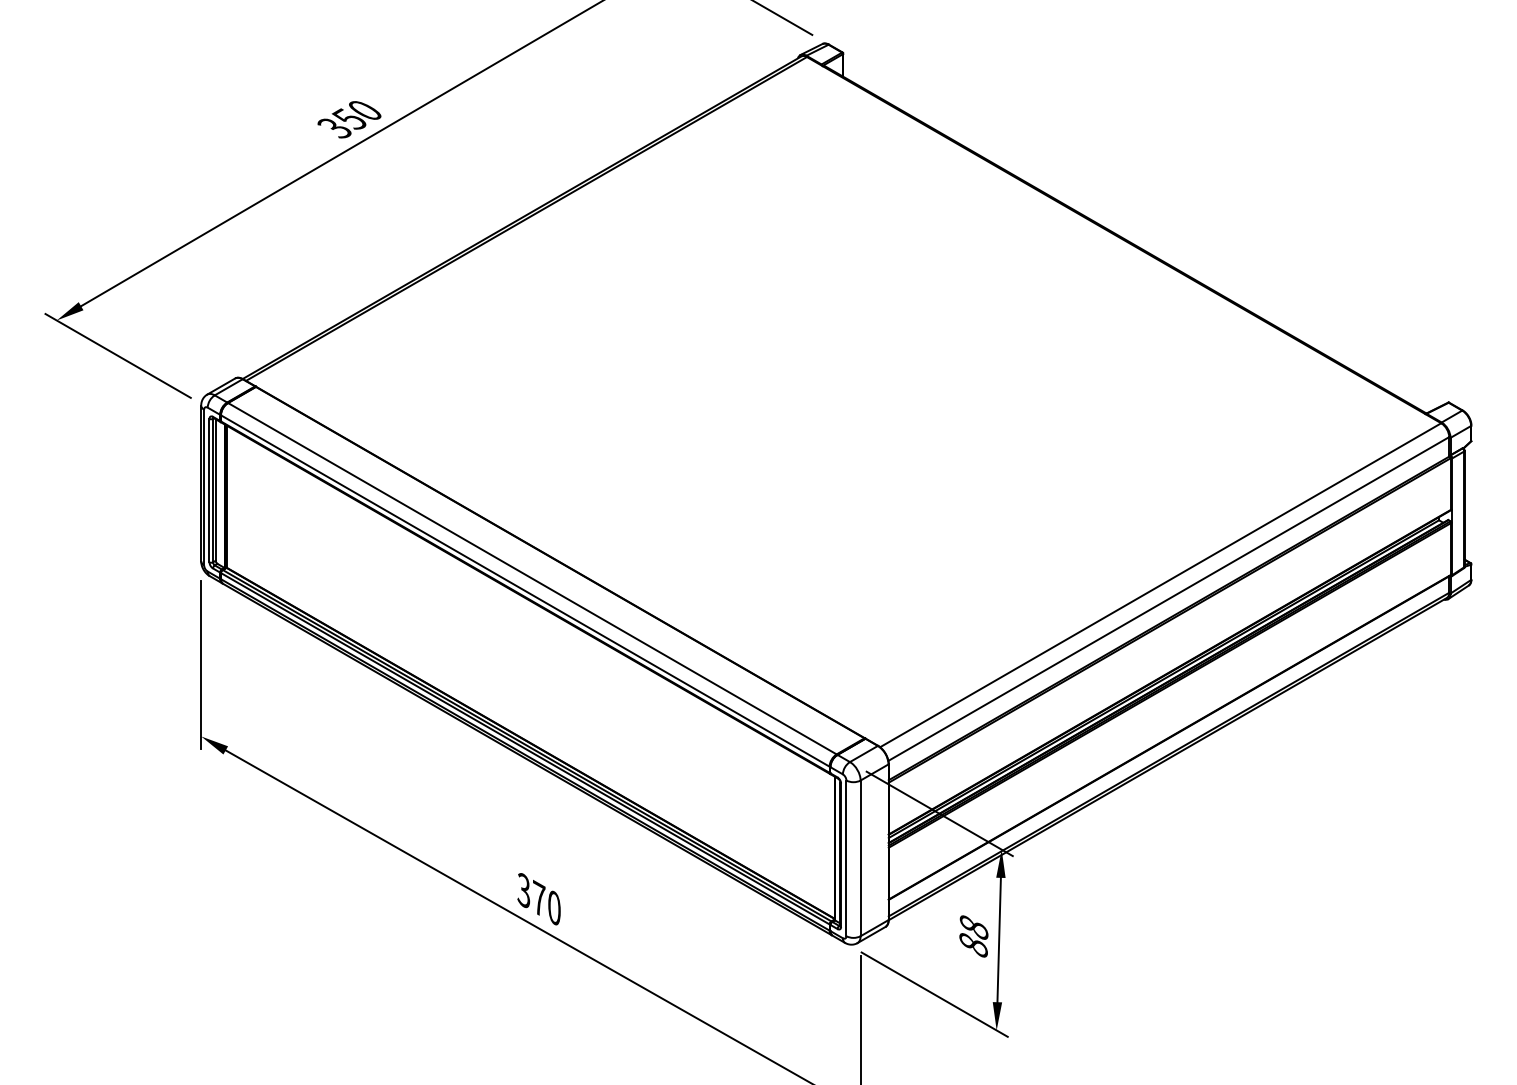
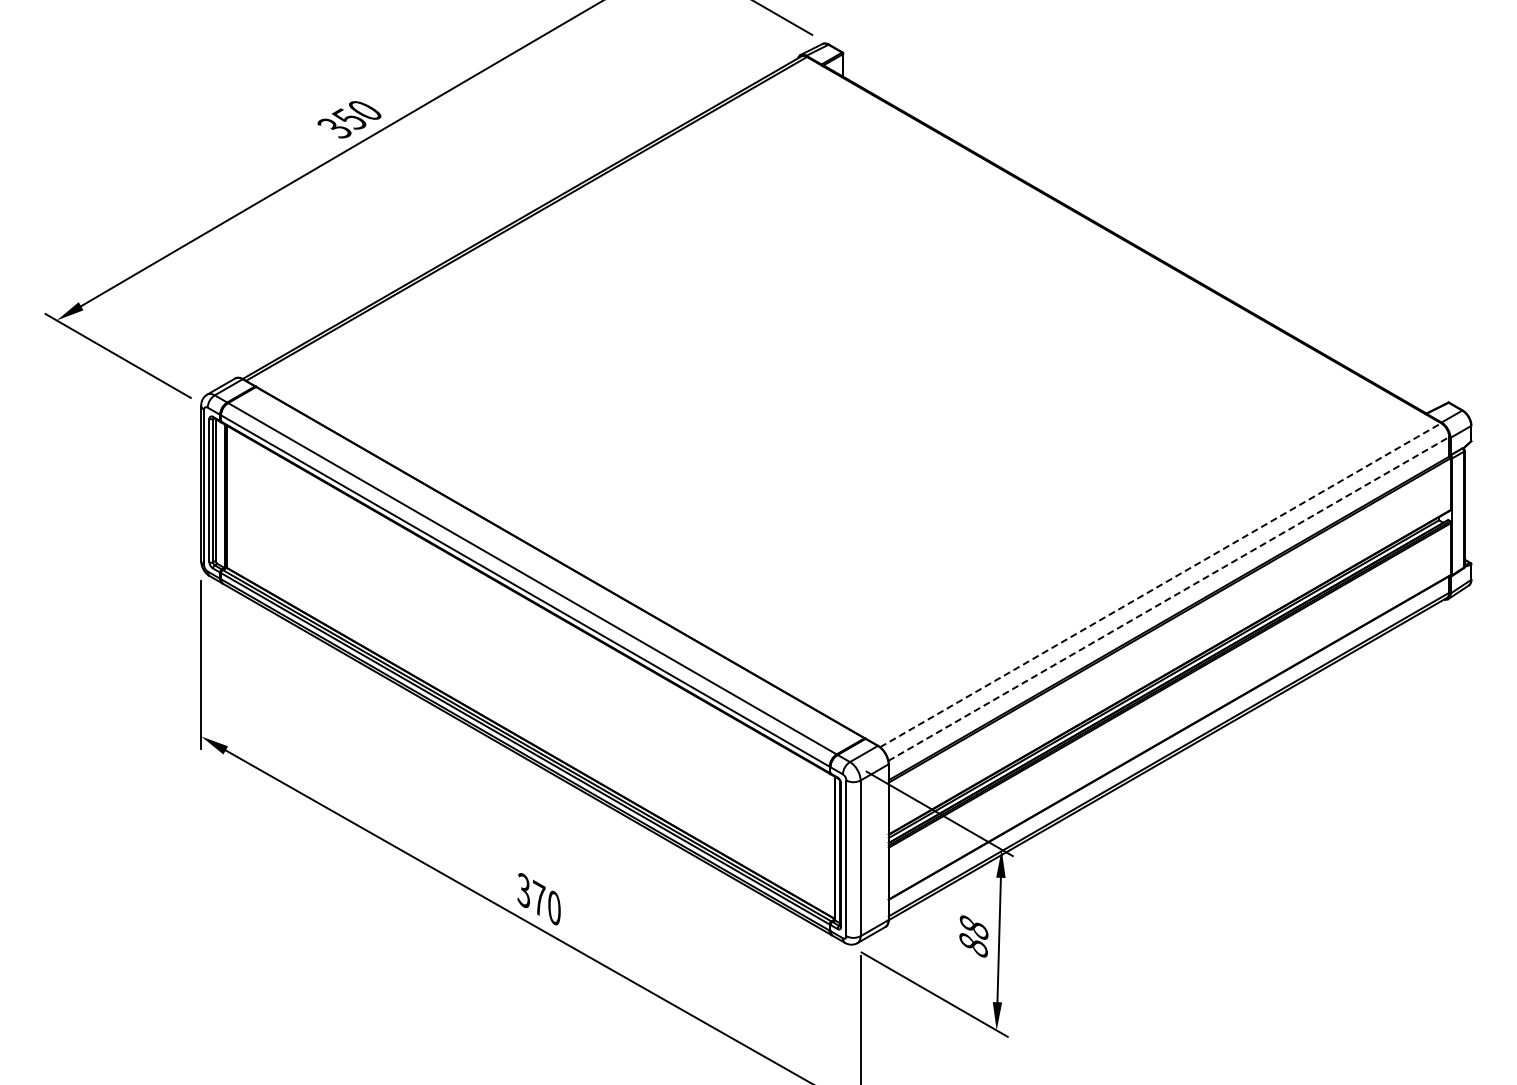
line at (1160, 585): solid -> dashed
line at (1168, 598): solid -> dashed
